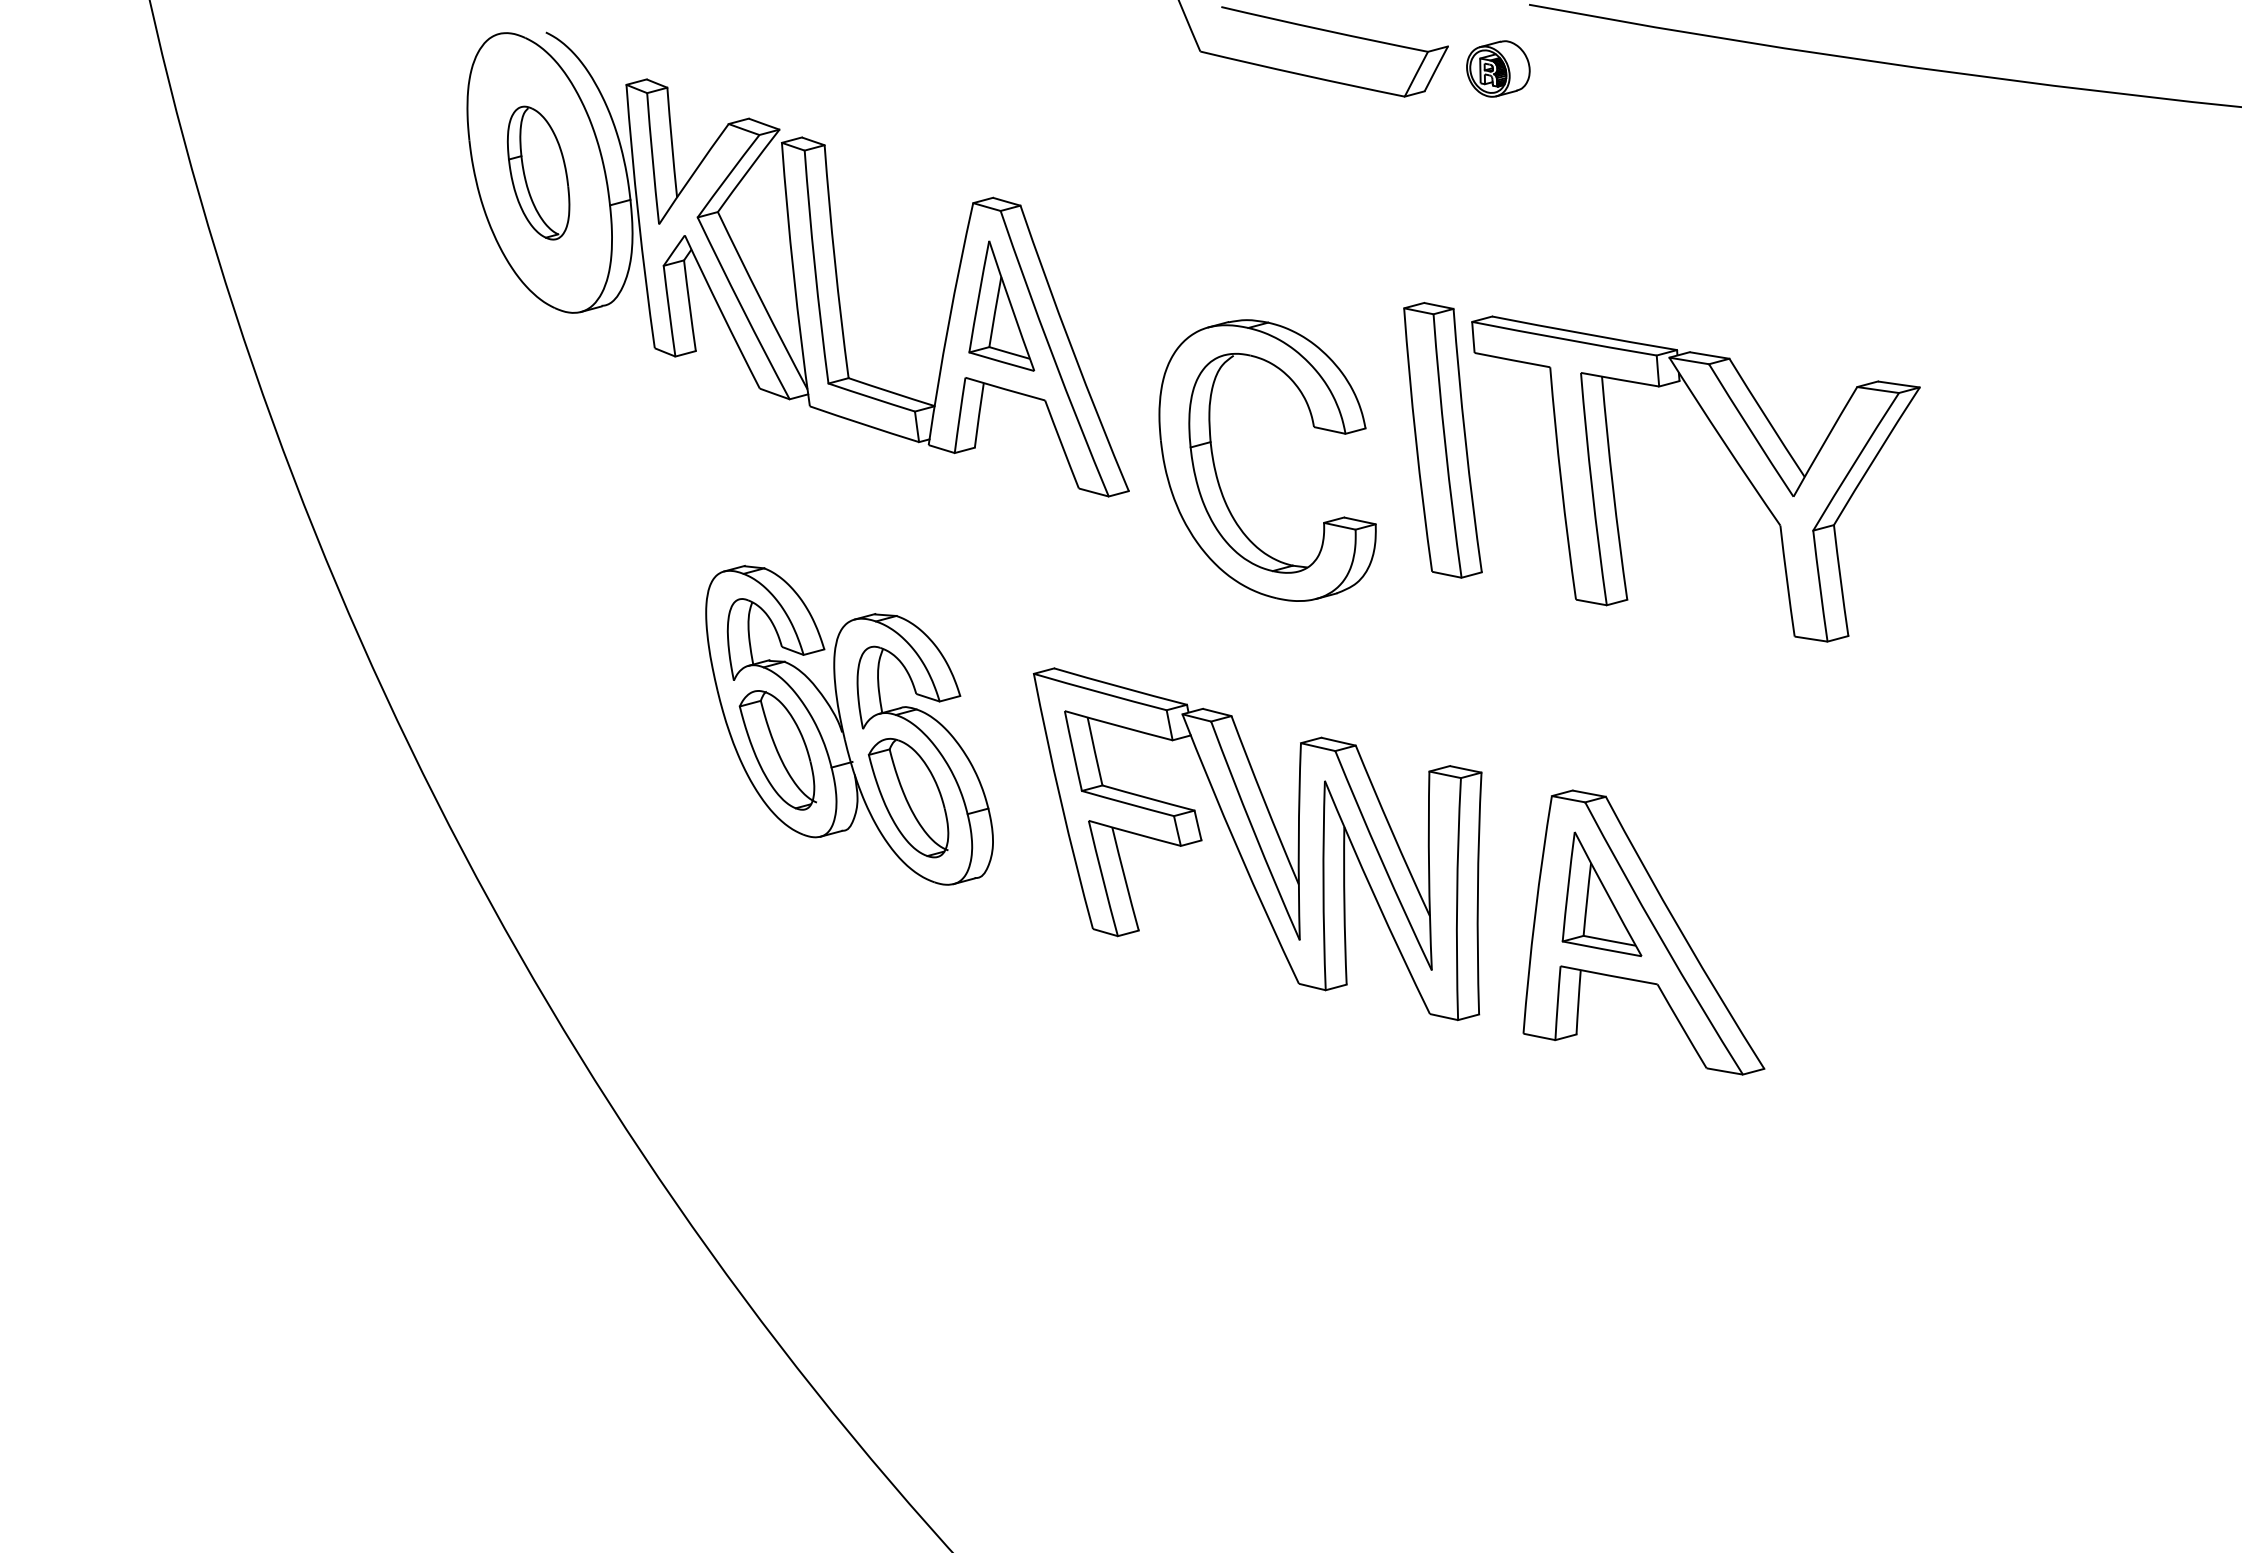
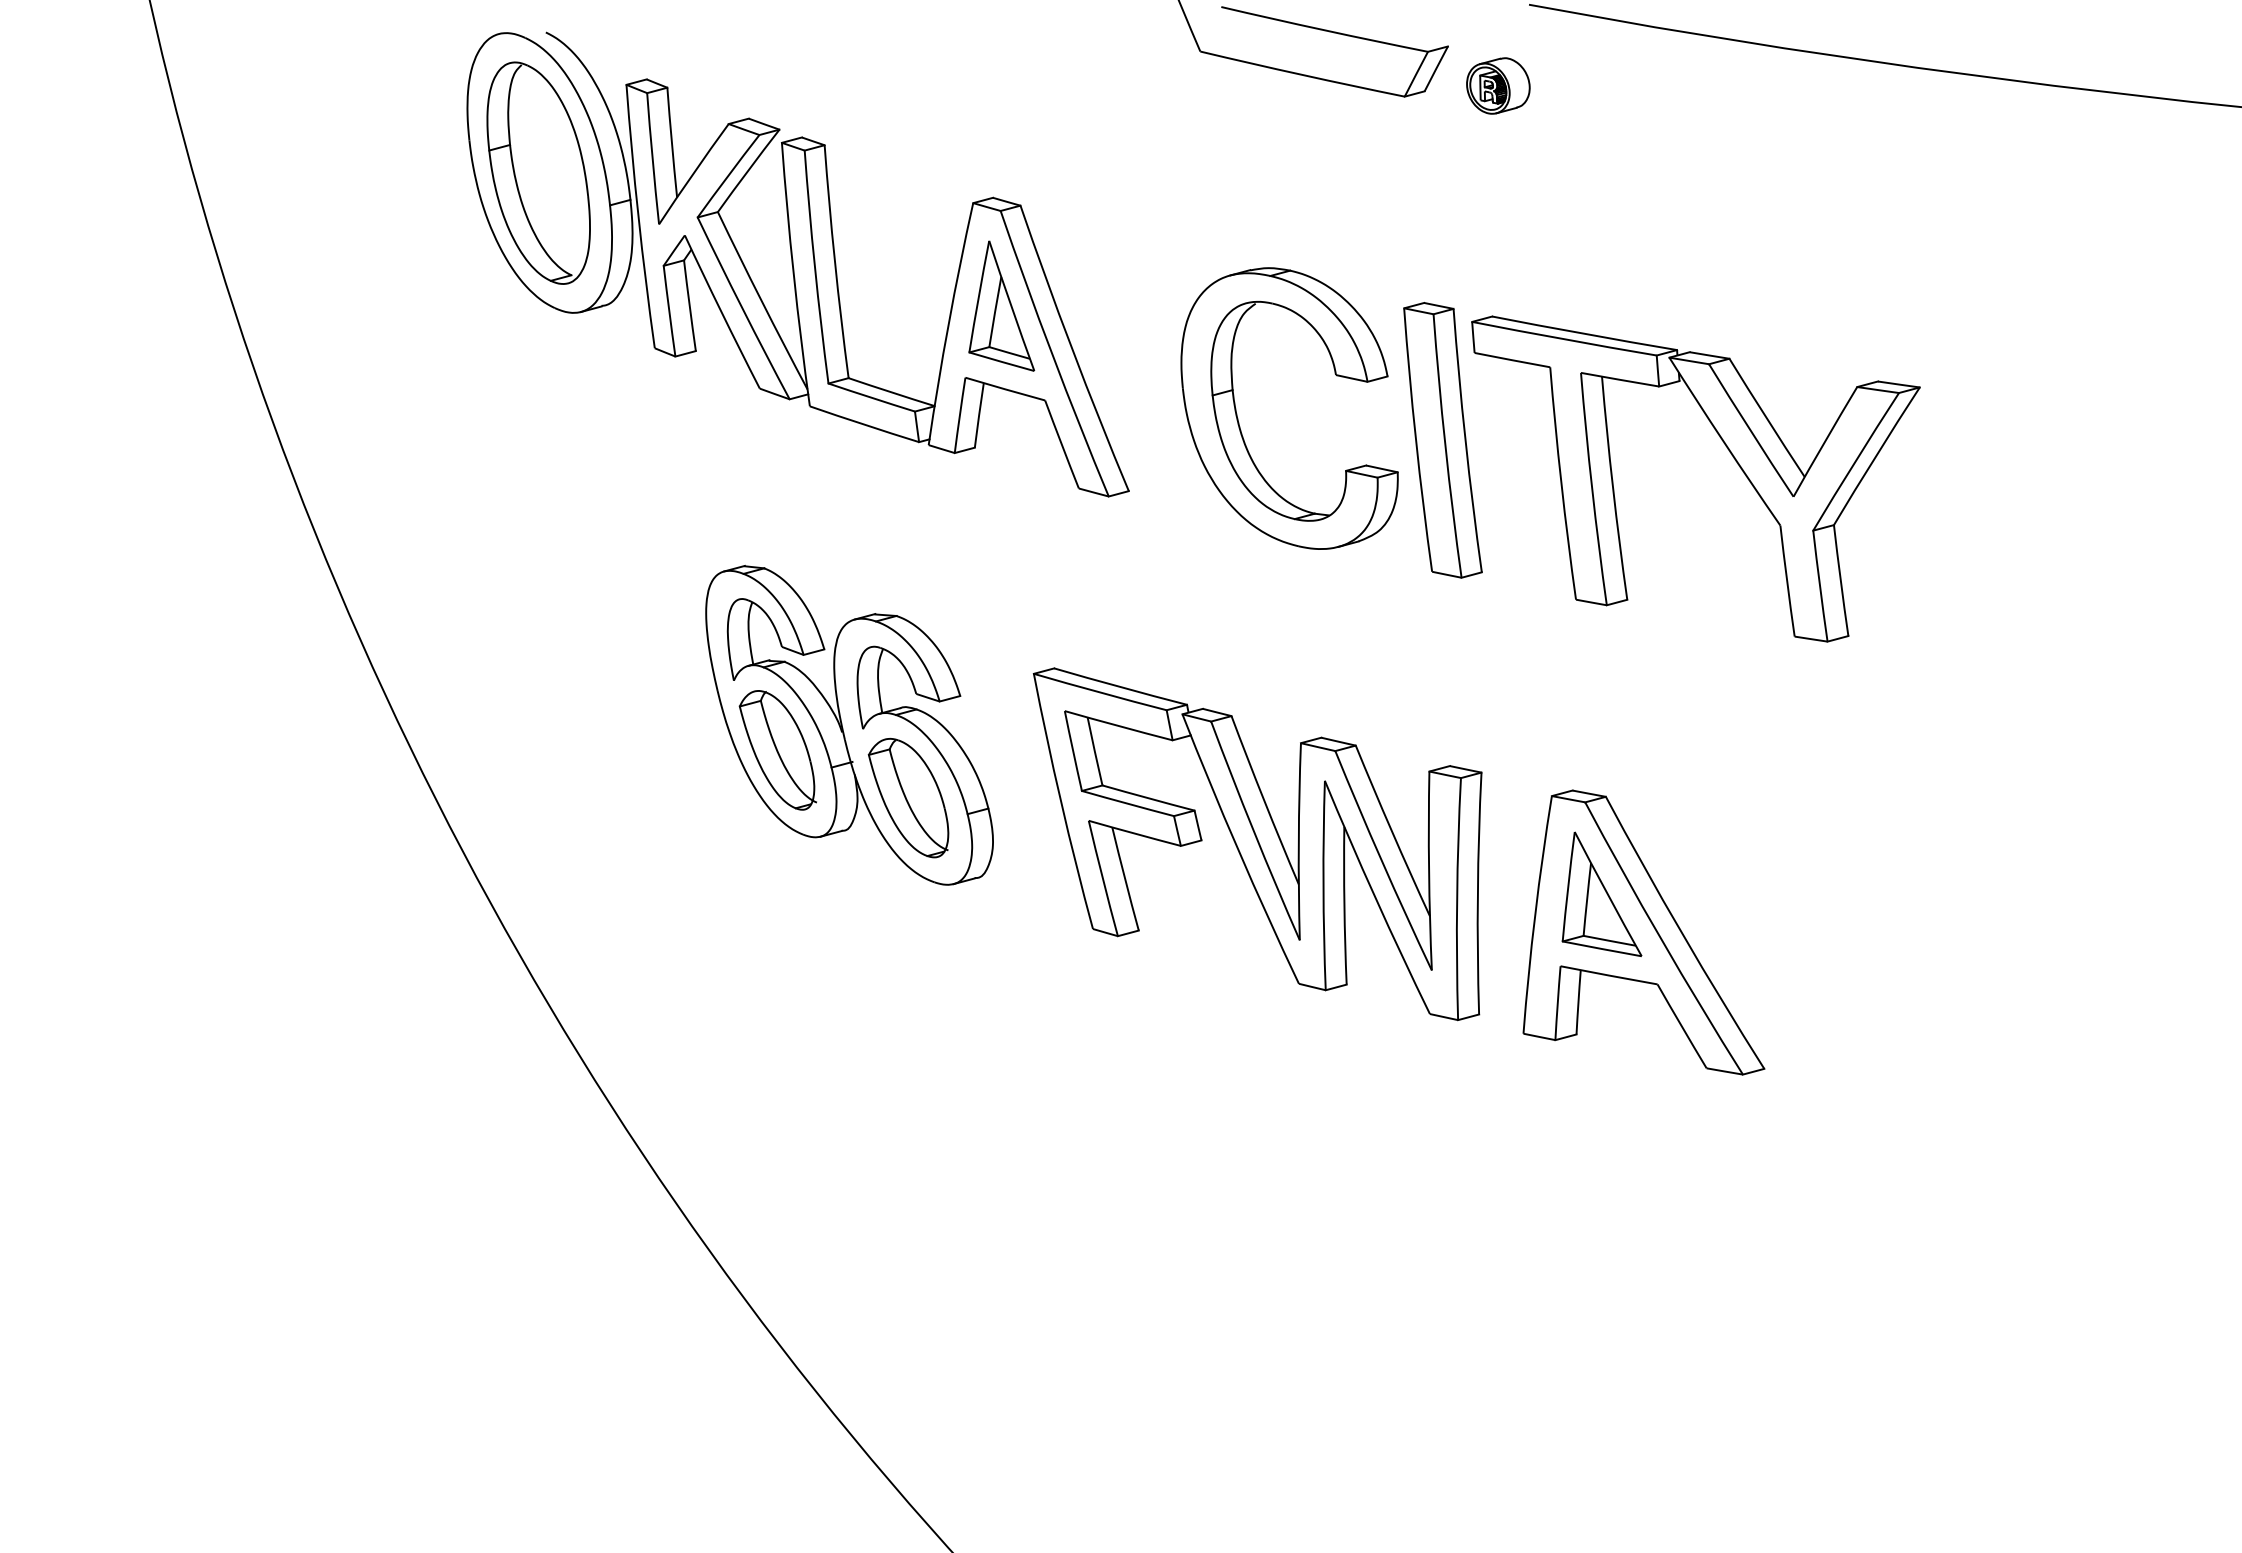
part at (1498, 68) position: (1498, 68) -> (1498, 85)
part at (538, 172) size: 65x136 px -> 105x224 px
part at (1217, 474) position: (1217, 474) -> (1239, 422)
